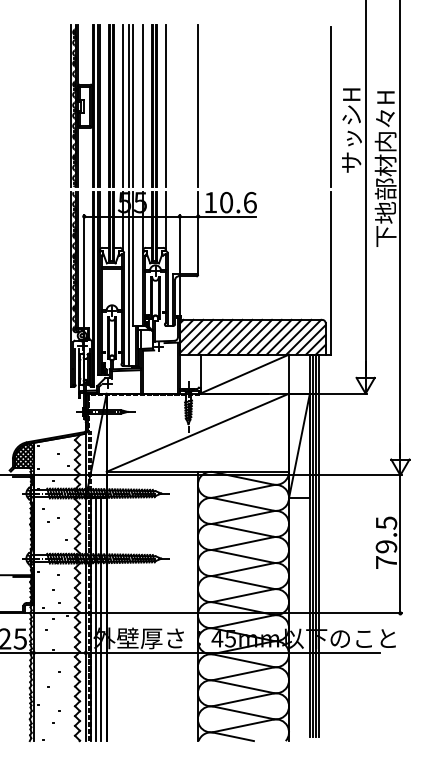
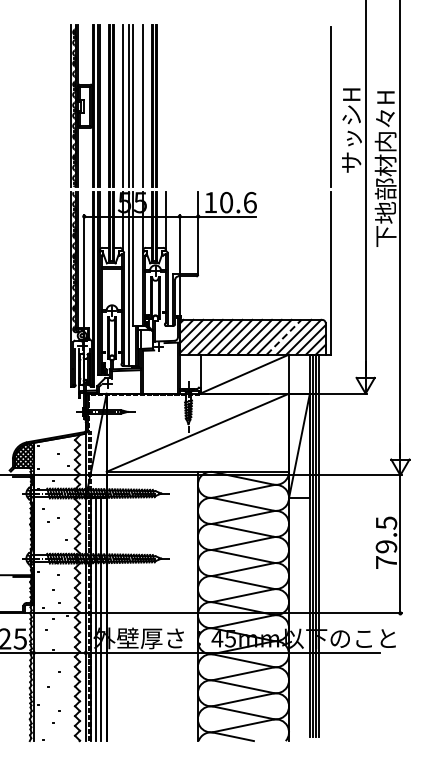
line at (165, 105): present -> none
line at (198, 105): present -> none
line at (284, 337): solid -> dashed
